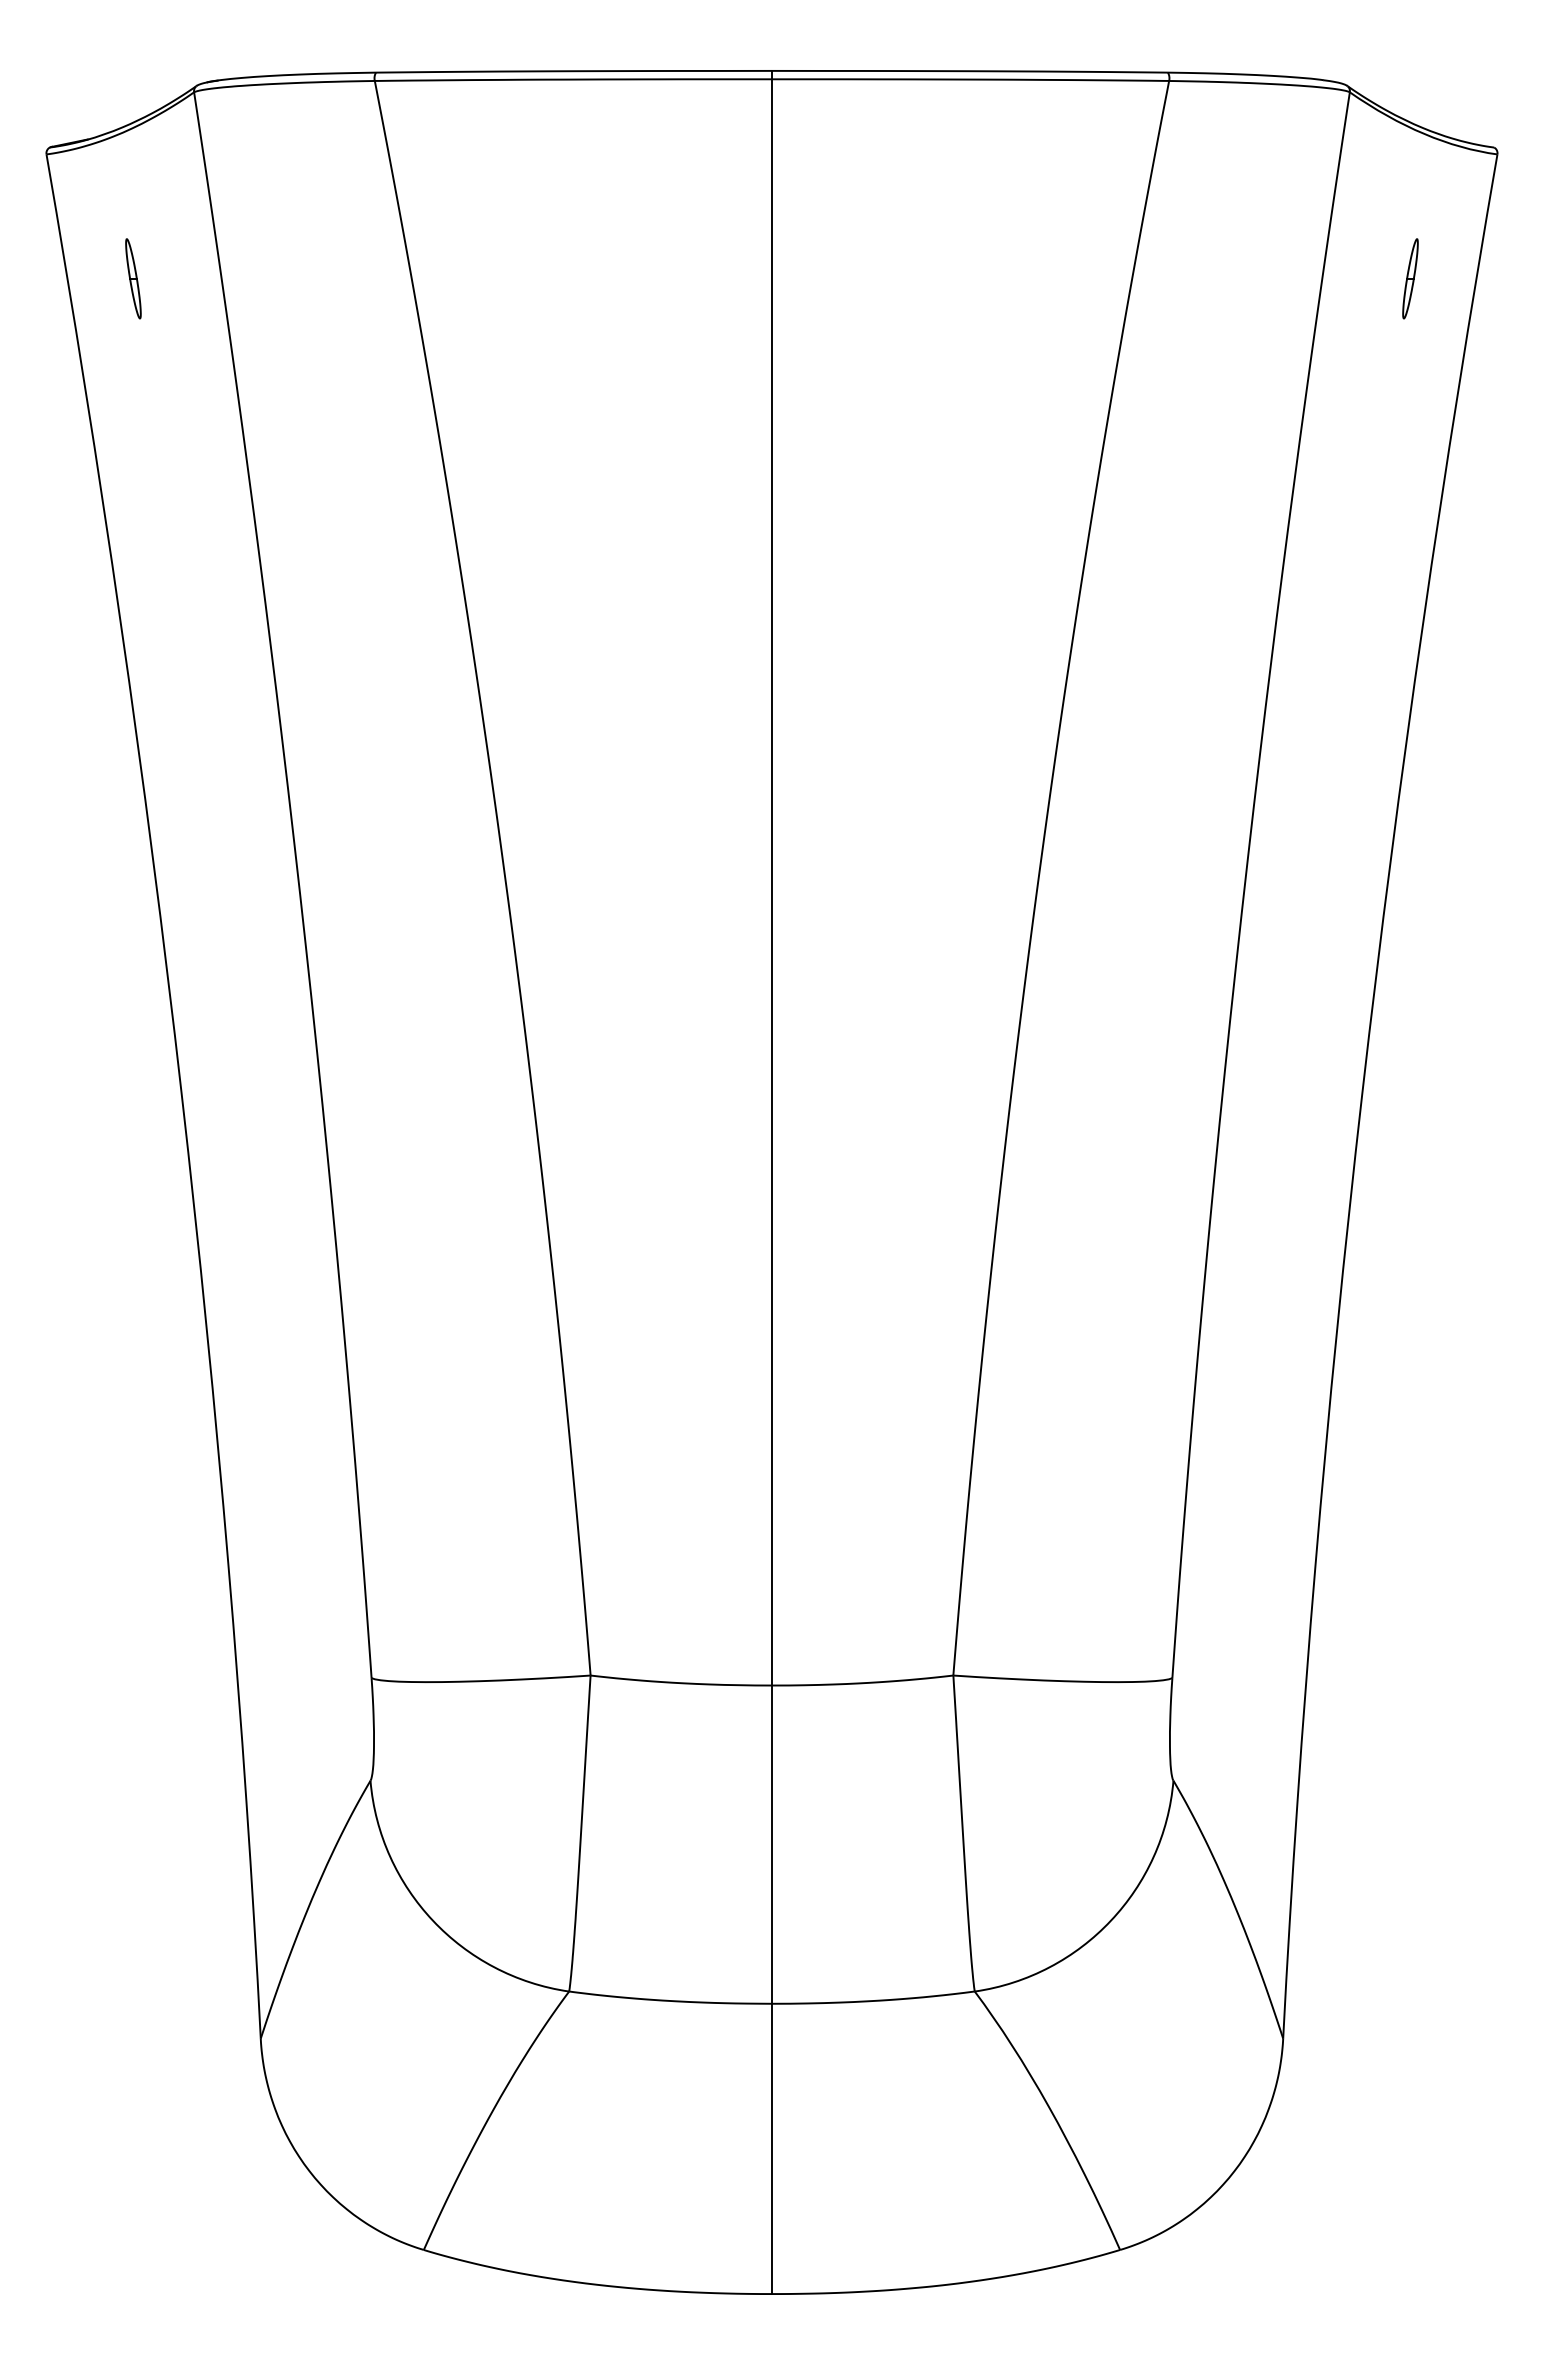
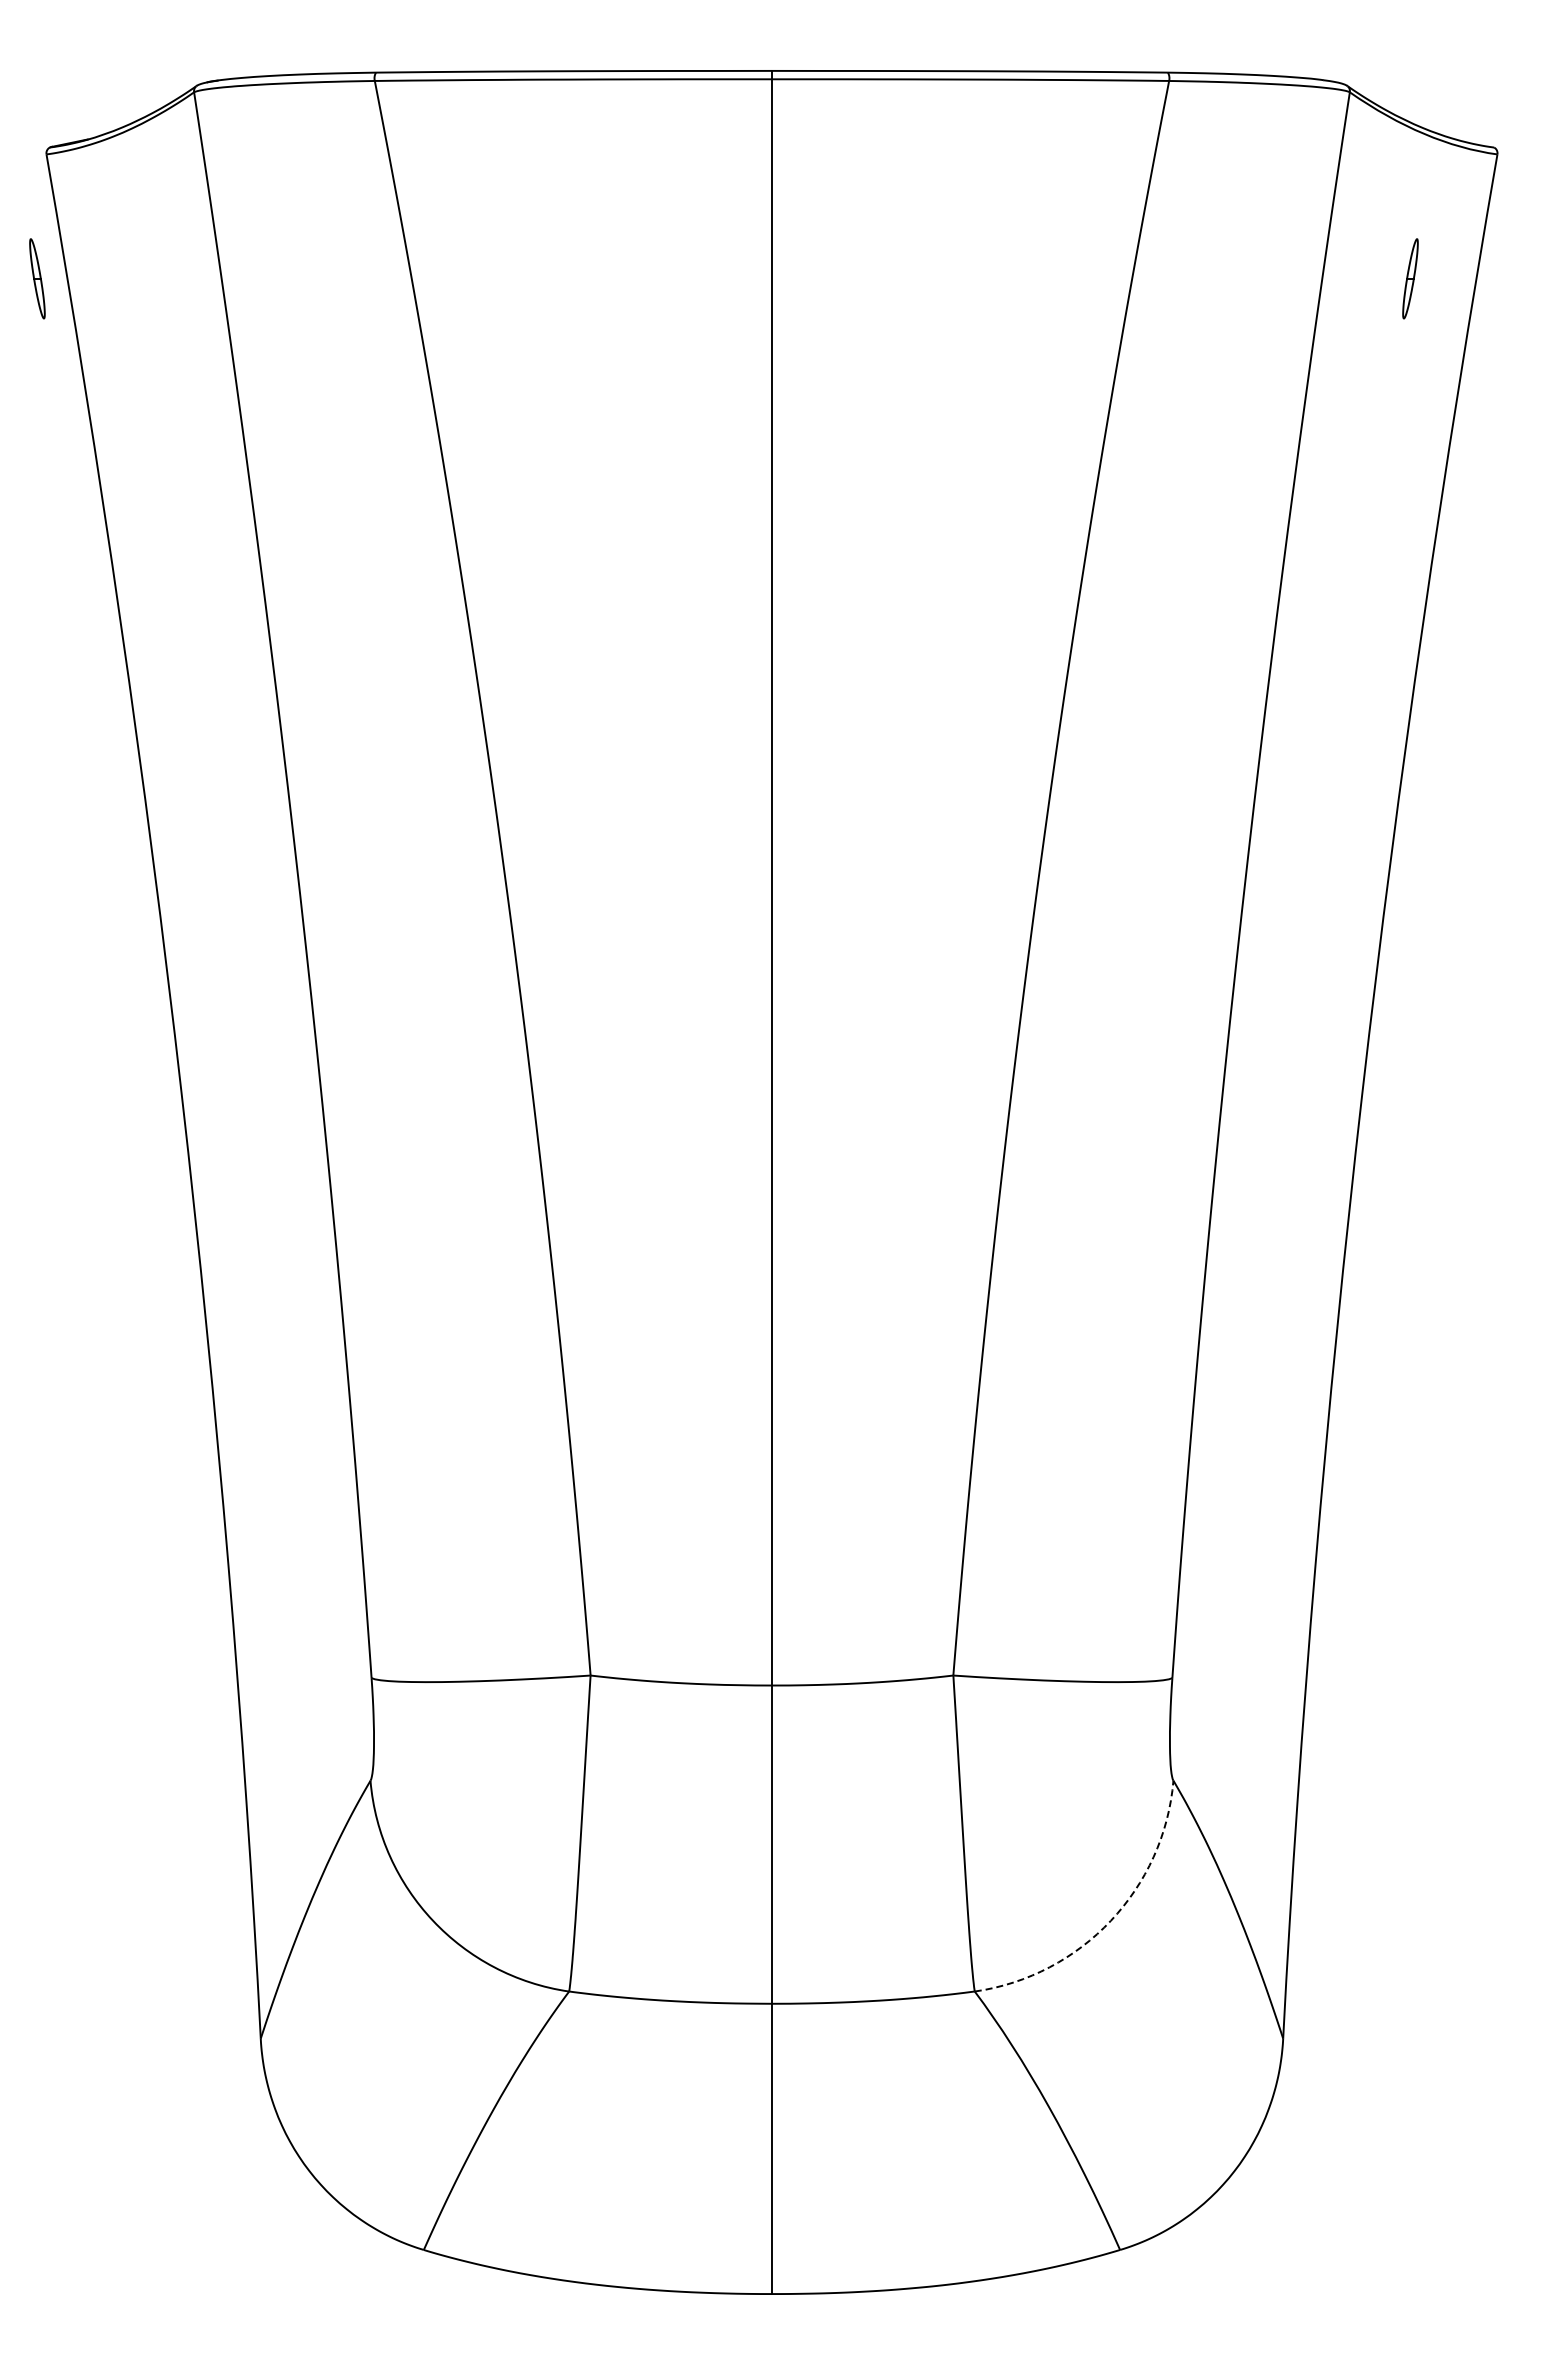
part at (133, 278) position: (133, 278) -> (37, 278)
arc at (1110, 1920): solid -> dashed
